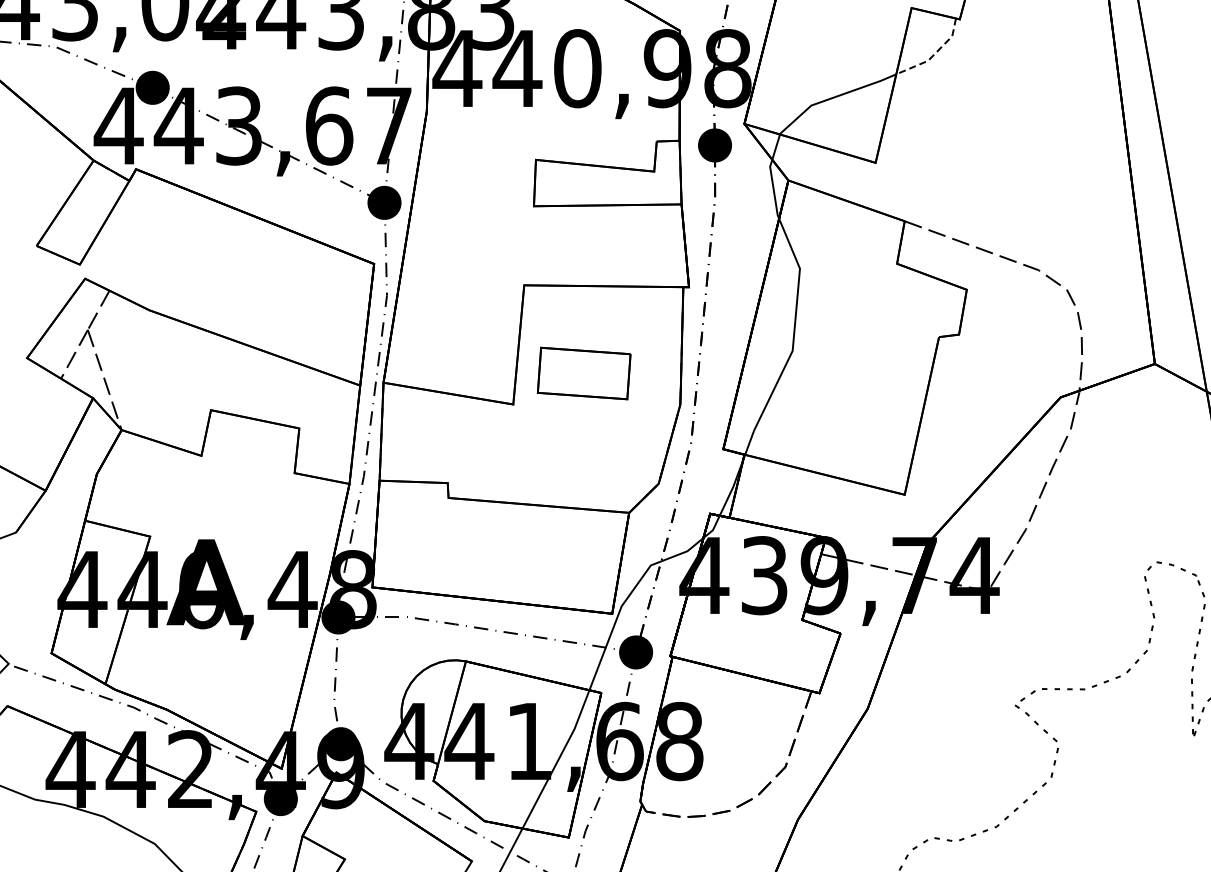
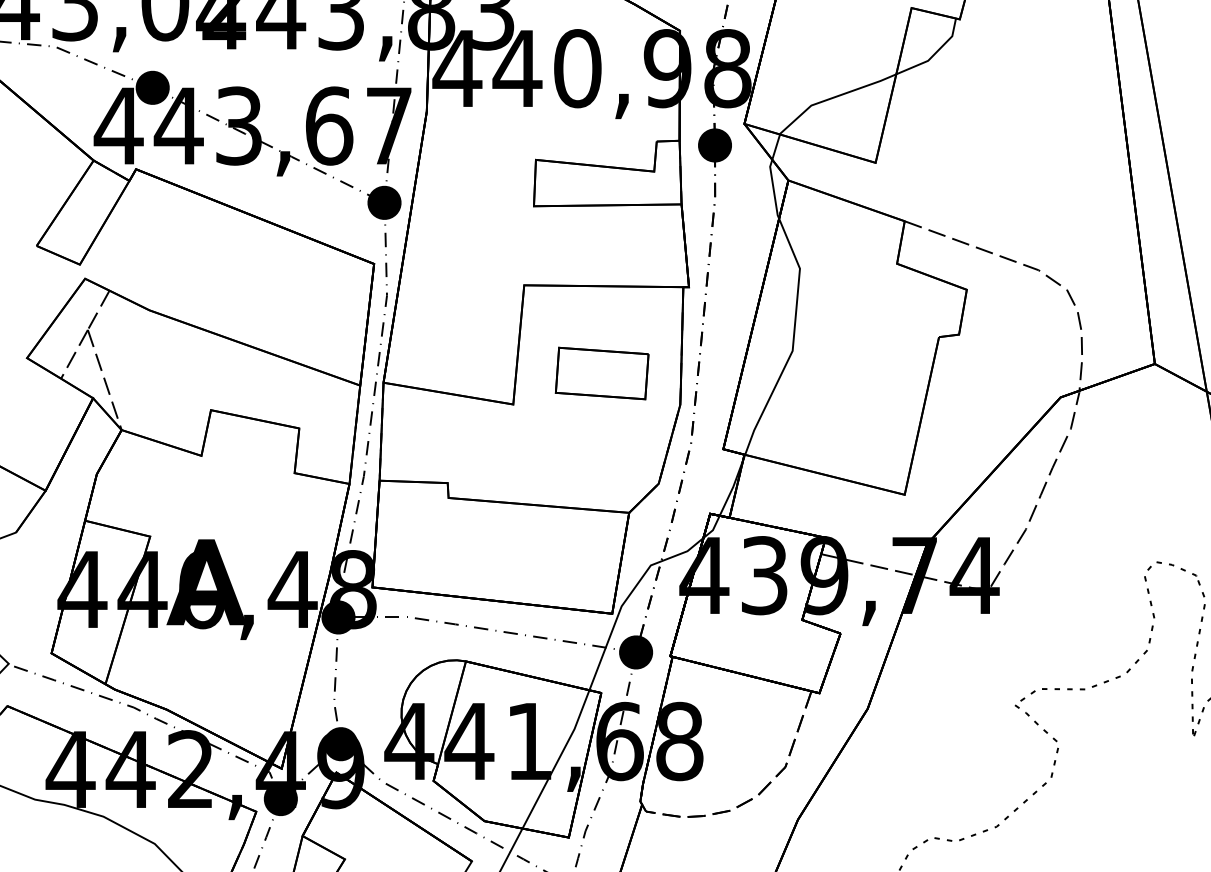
line at (934, 54): dashed -> solid
part at (583, 373) position: (583, 373) -> (601, 373)
